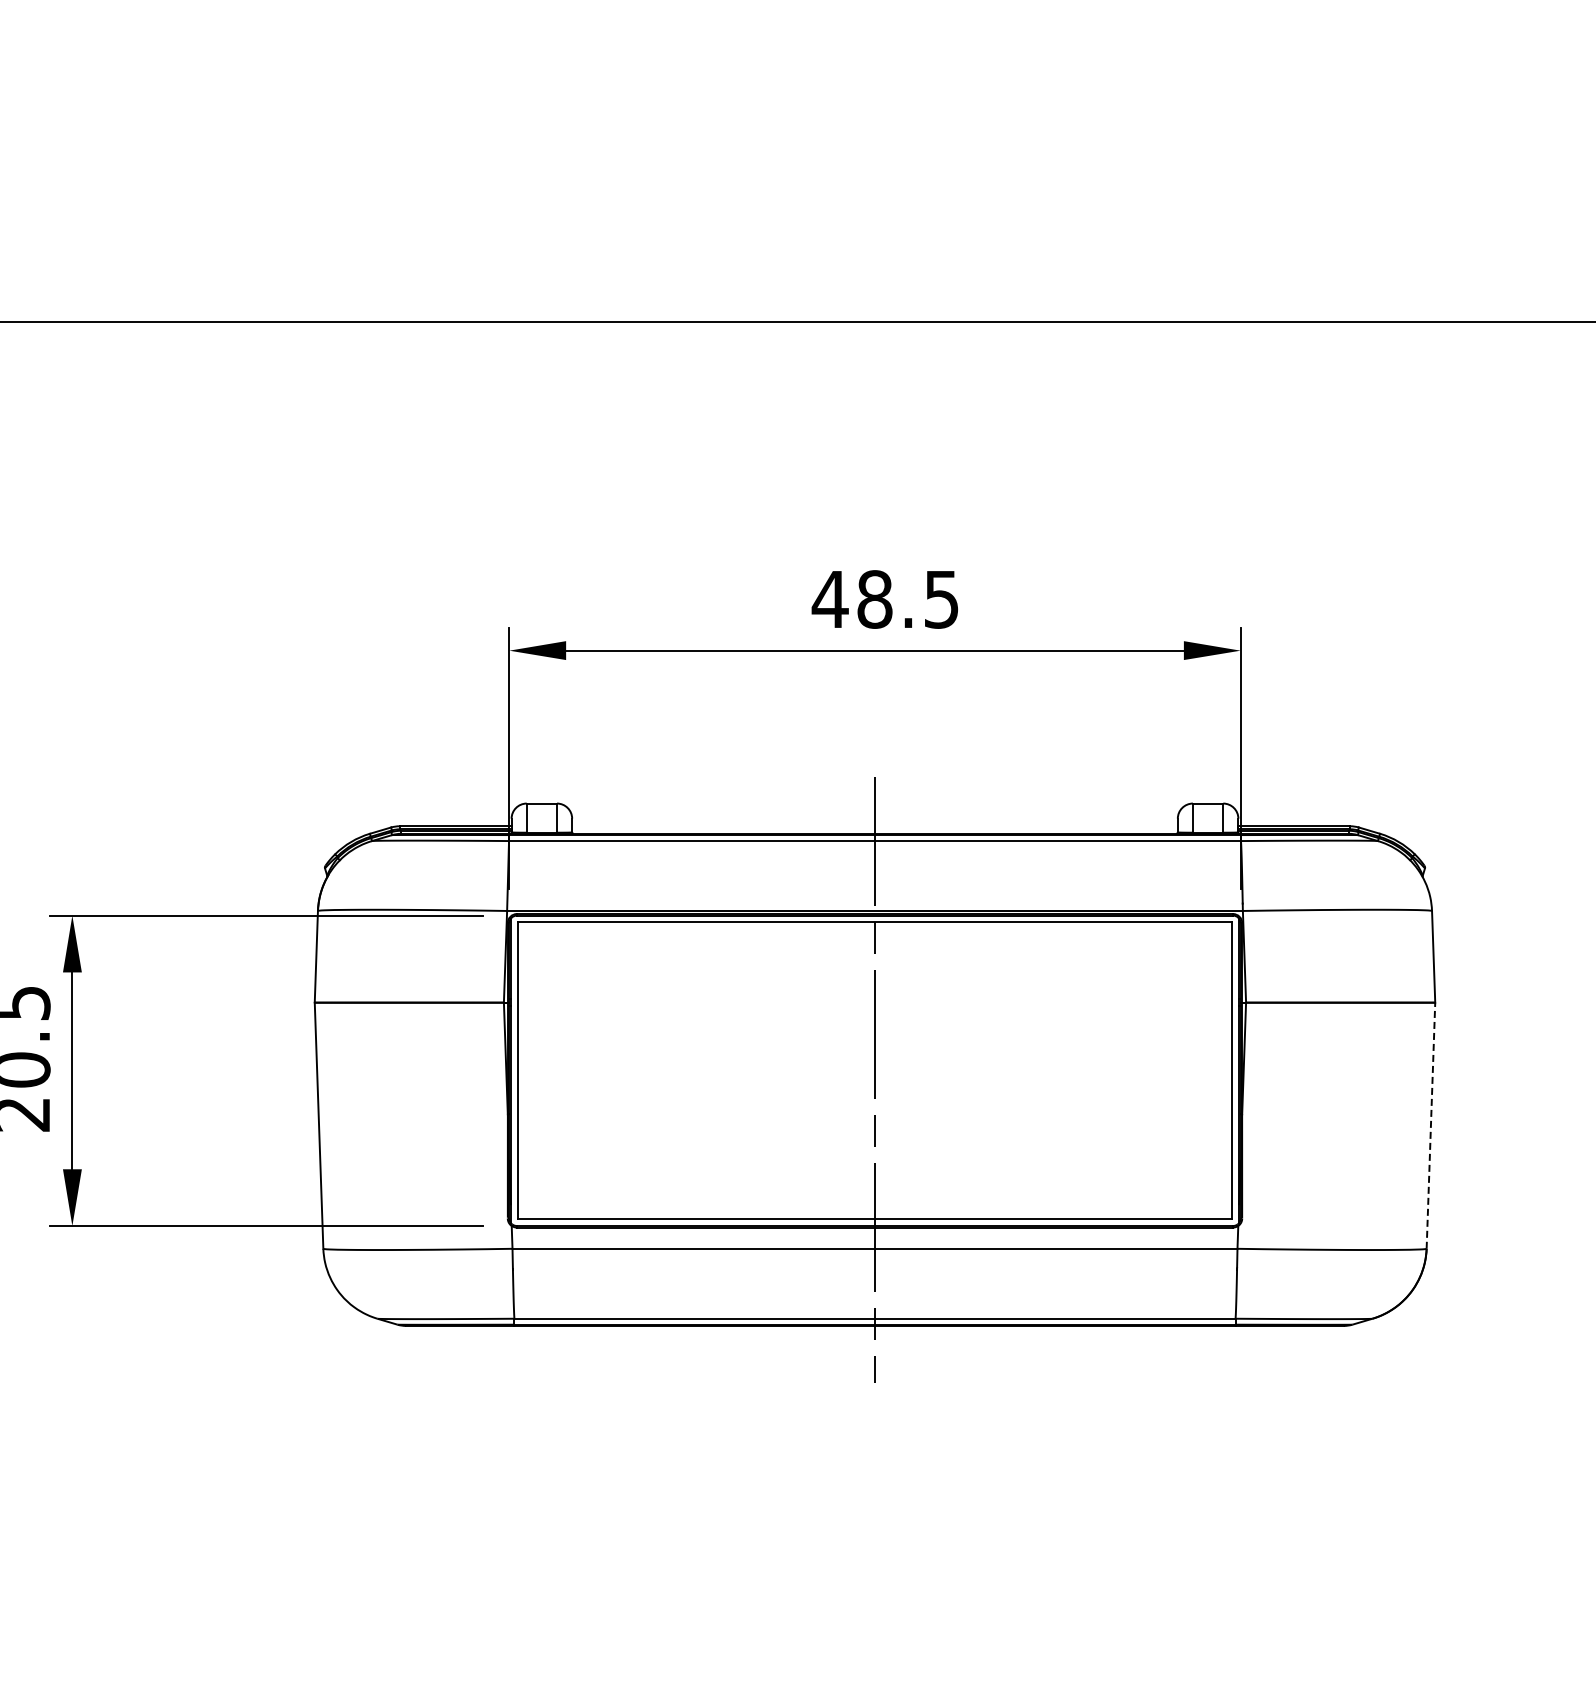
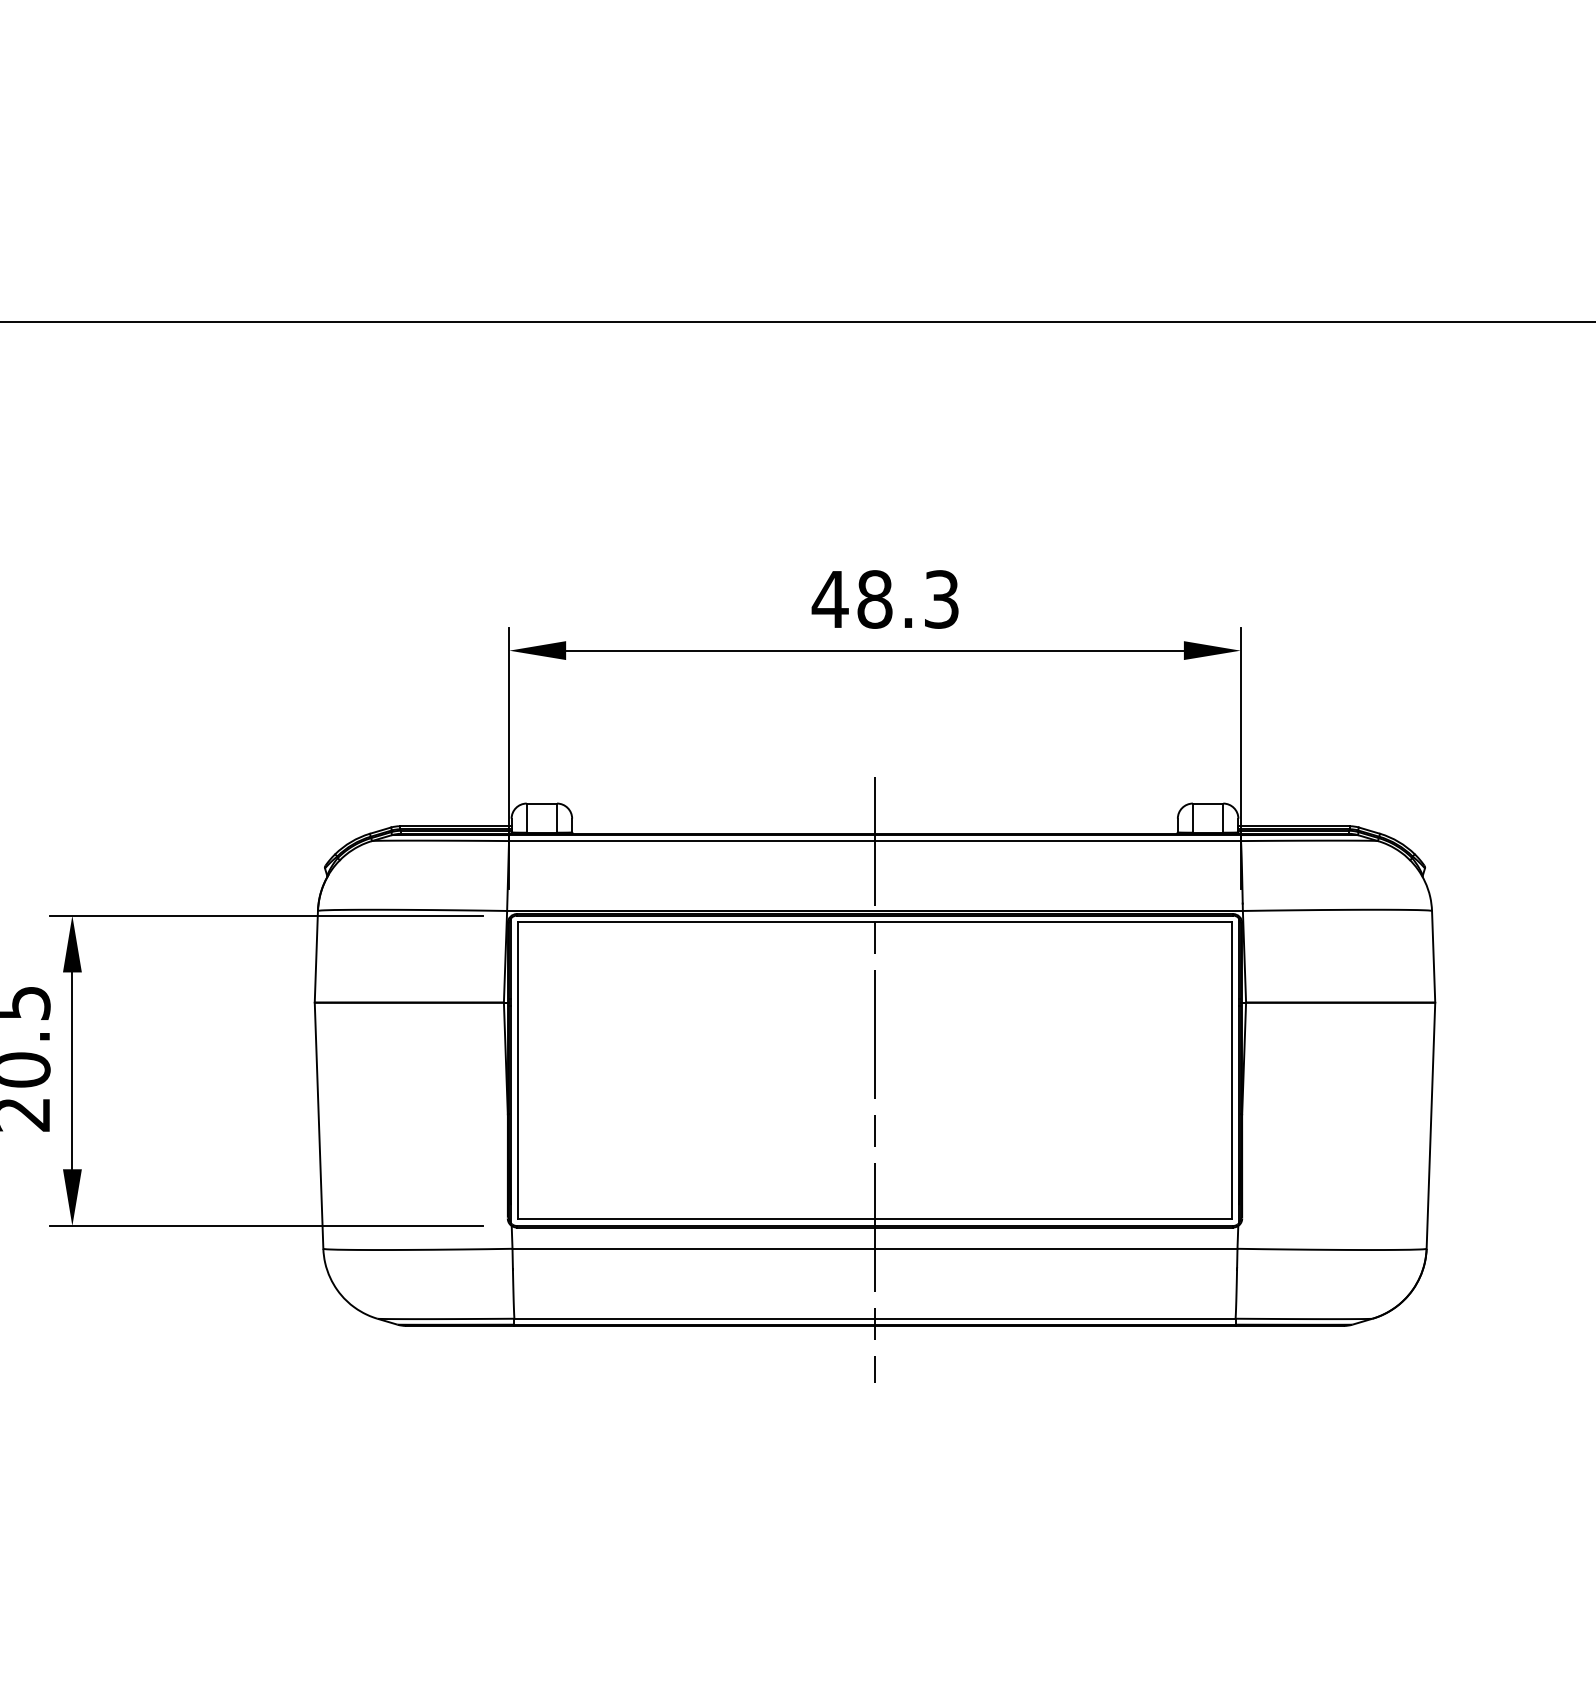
text at (941, 599): 48.5 -> 48.3
line at (1430, 1125): dashed -> solid
